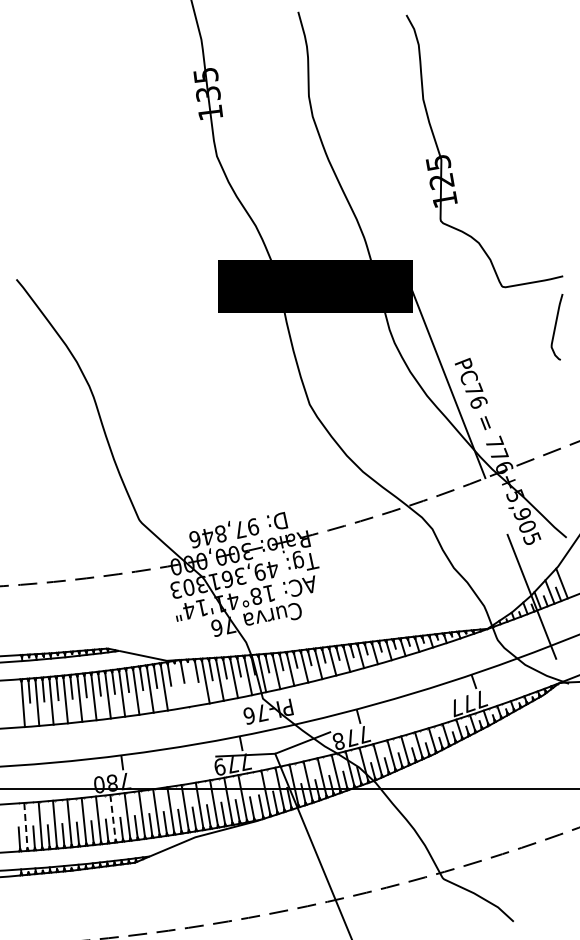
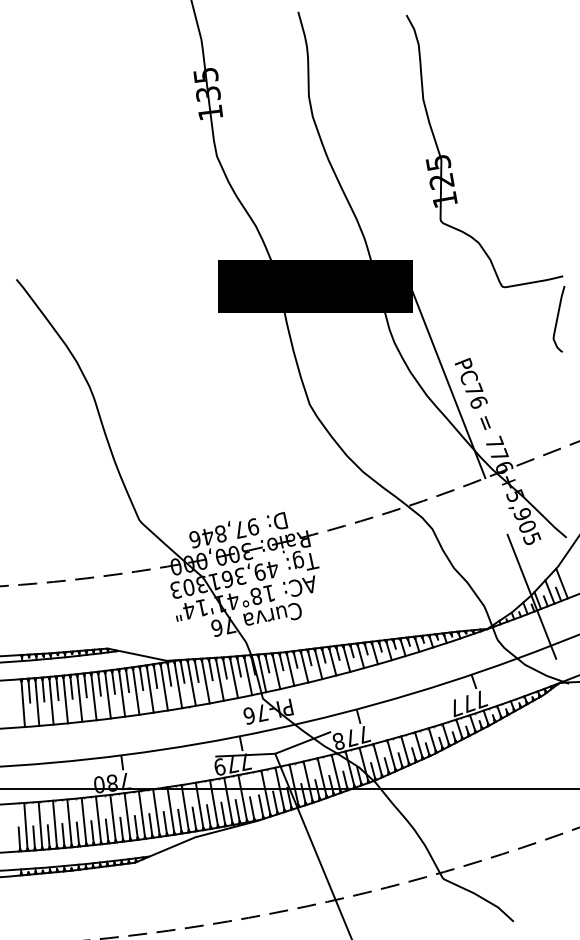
curve at (556, 326) position: (556, 326) -> (558, 318)
line at (191, 682): none -> present
line at (178, 685): none -> present
line at (113, 817): dashed -> solid
line at (25, 825): dashed -> solid
